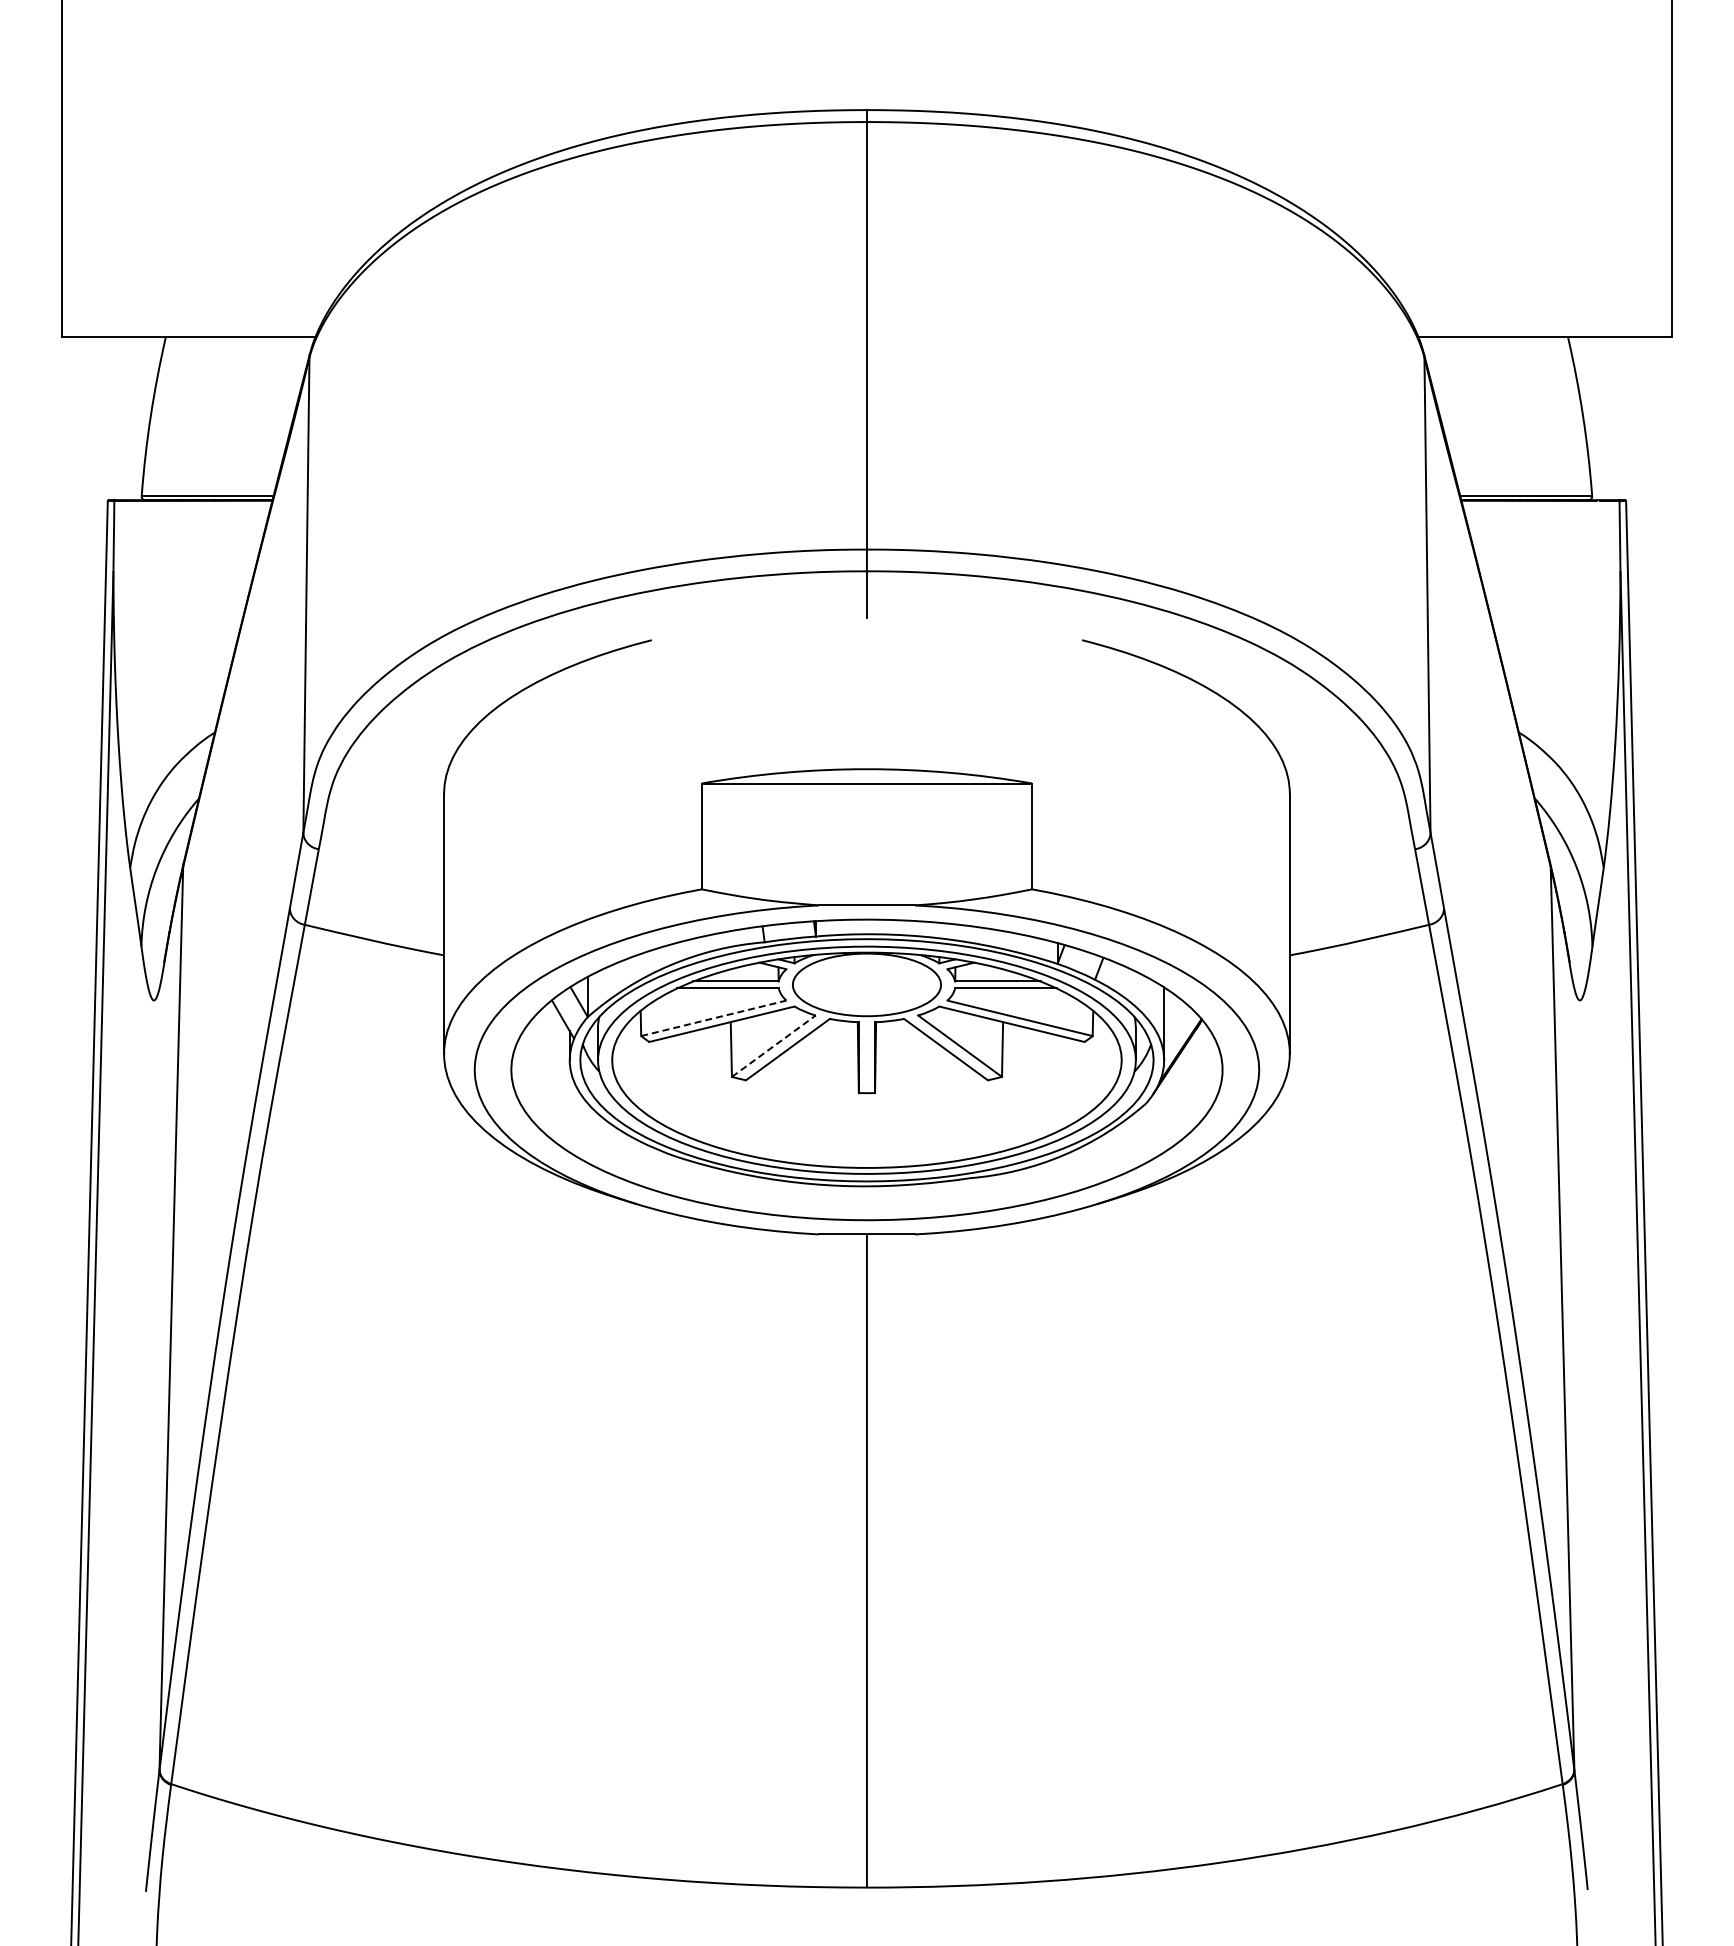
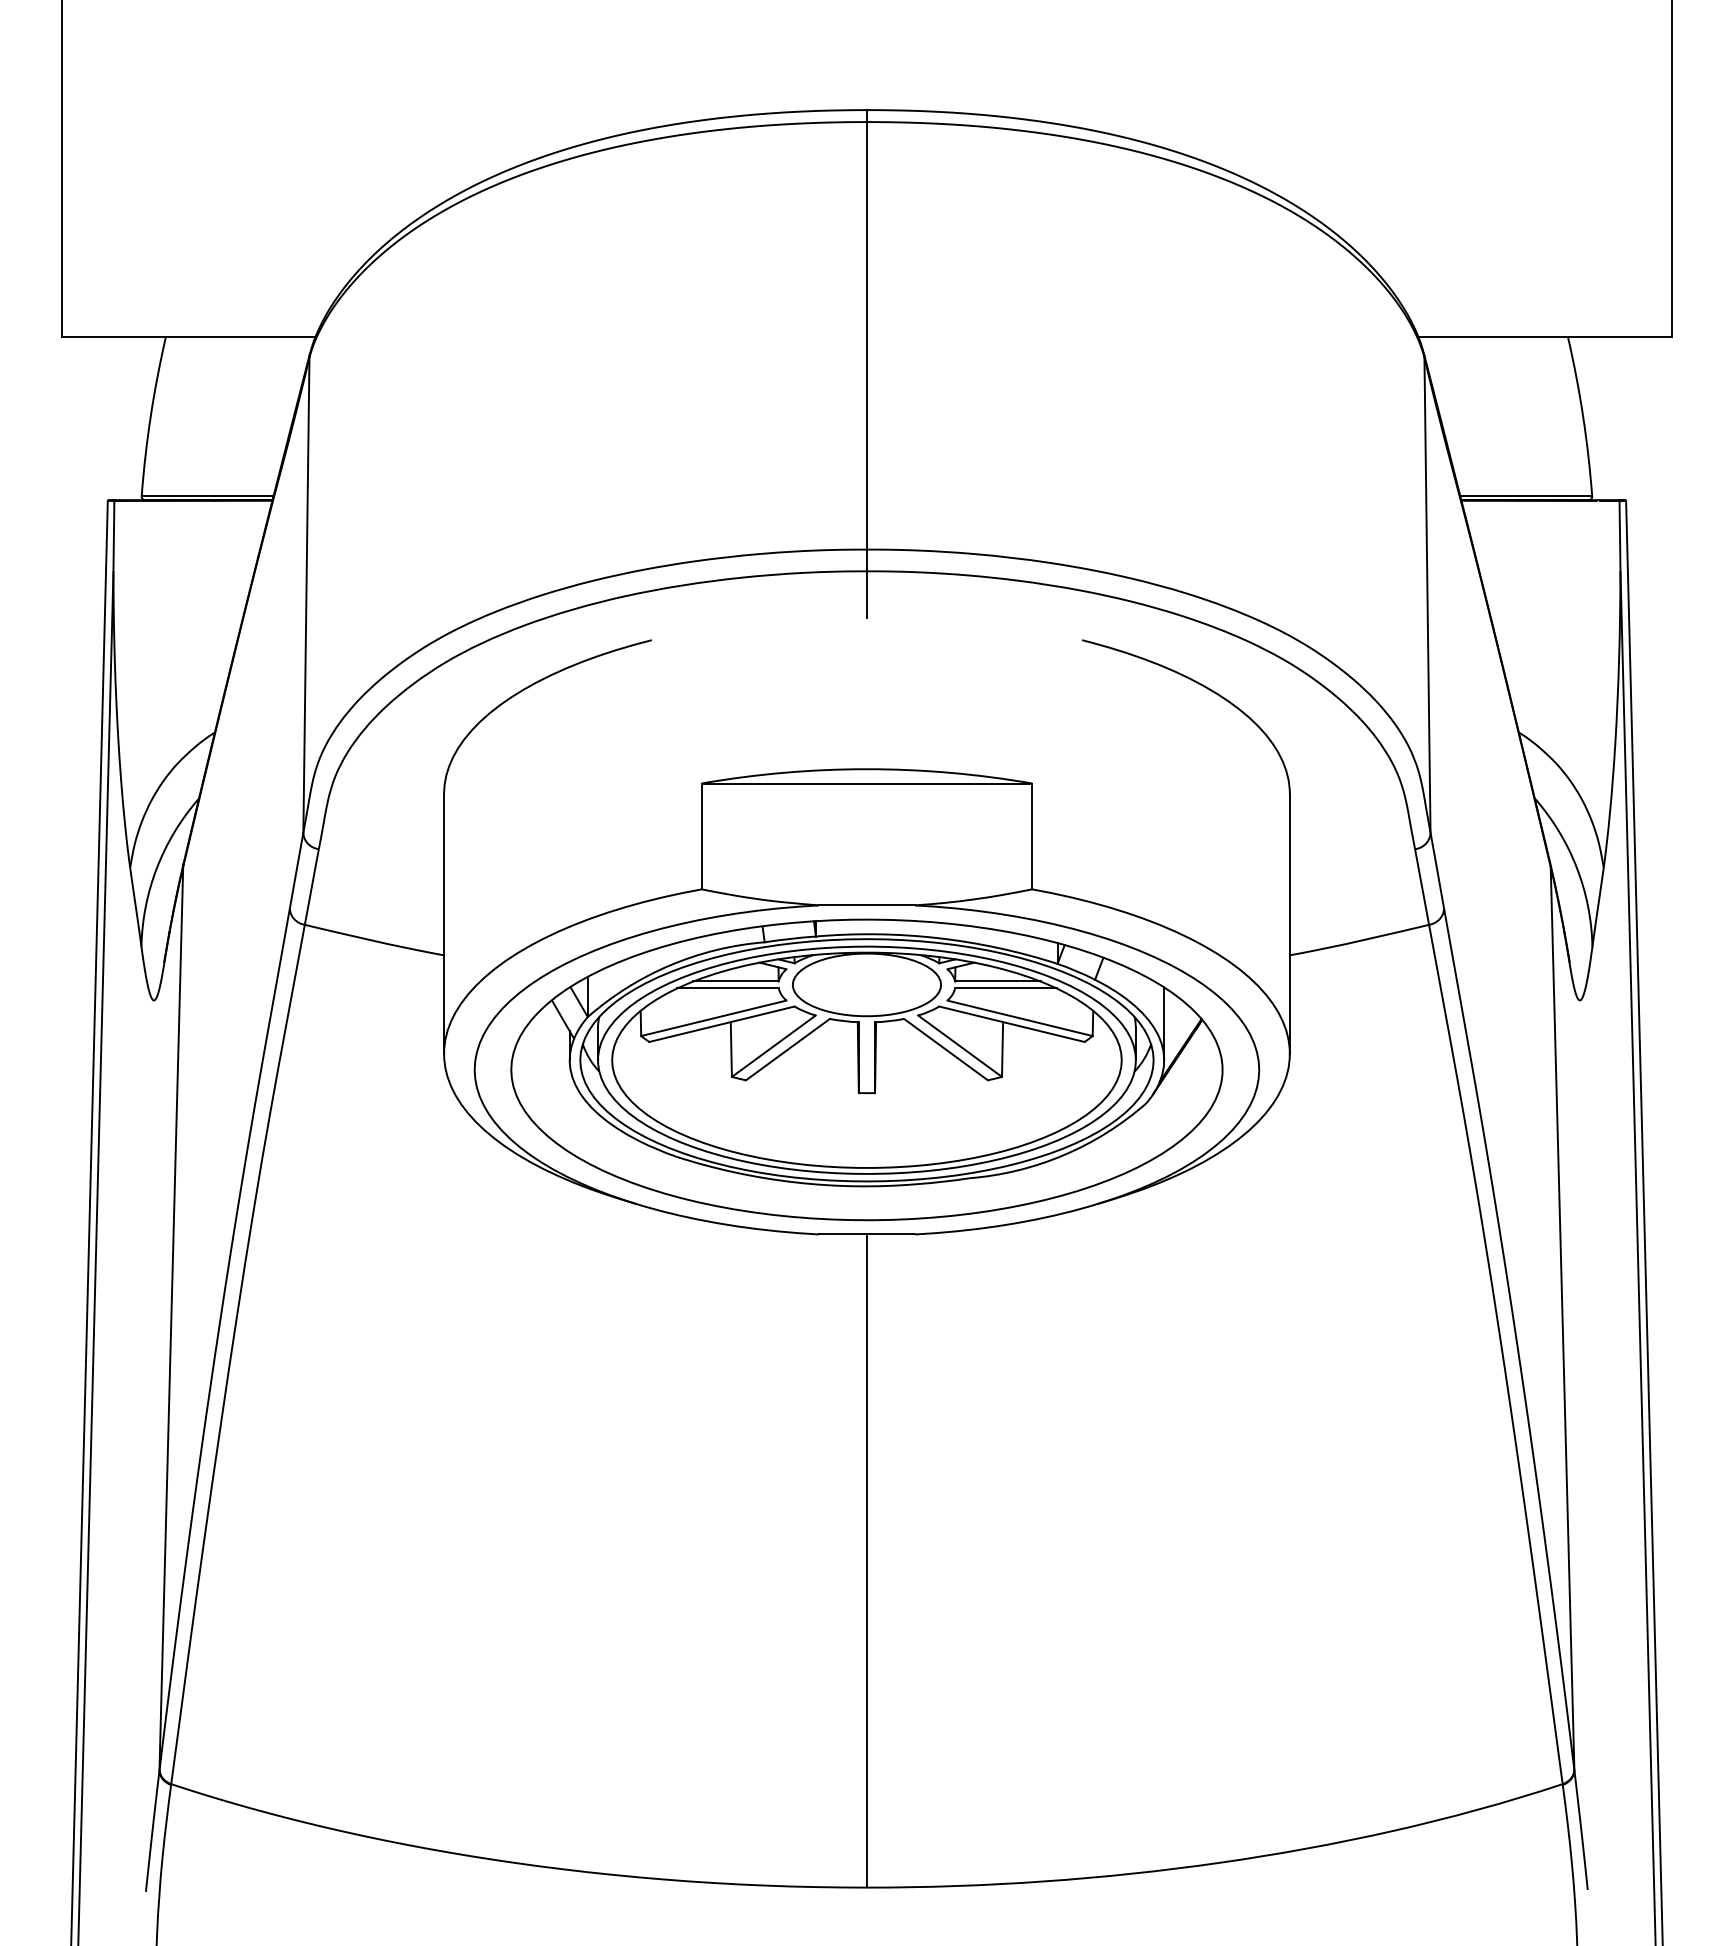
line at (713, 1018): dashed -> solid
line at (773, 1046): dashed -> solid
